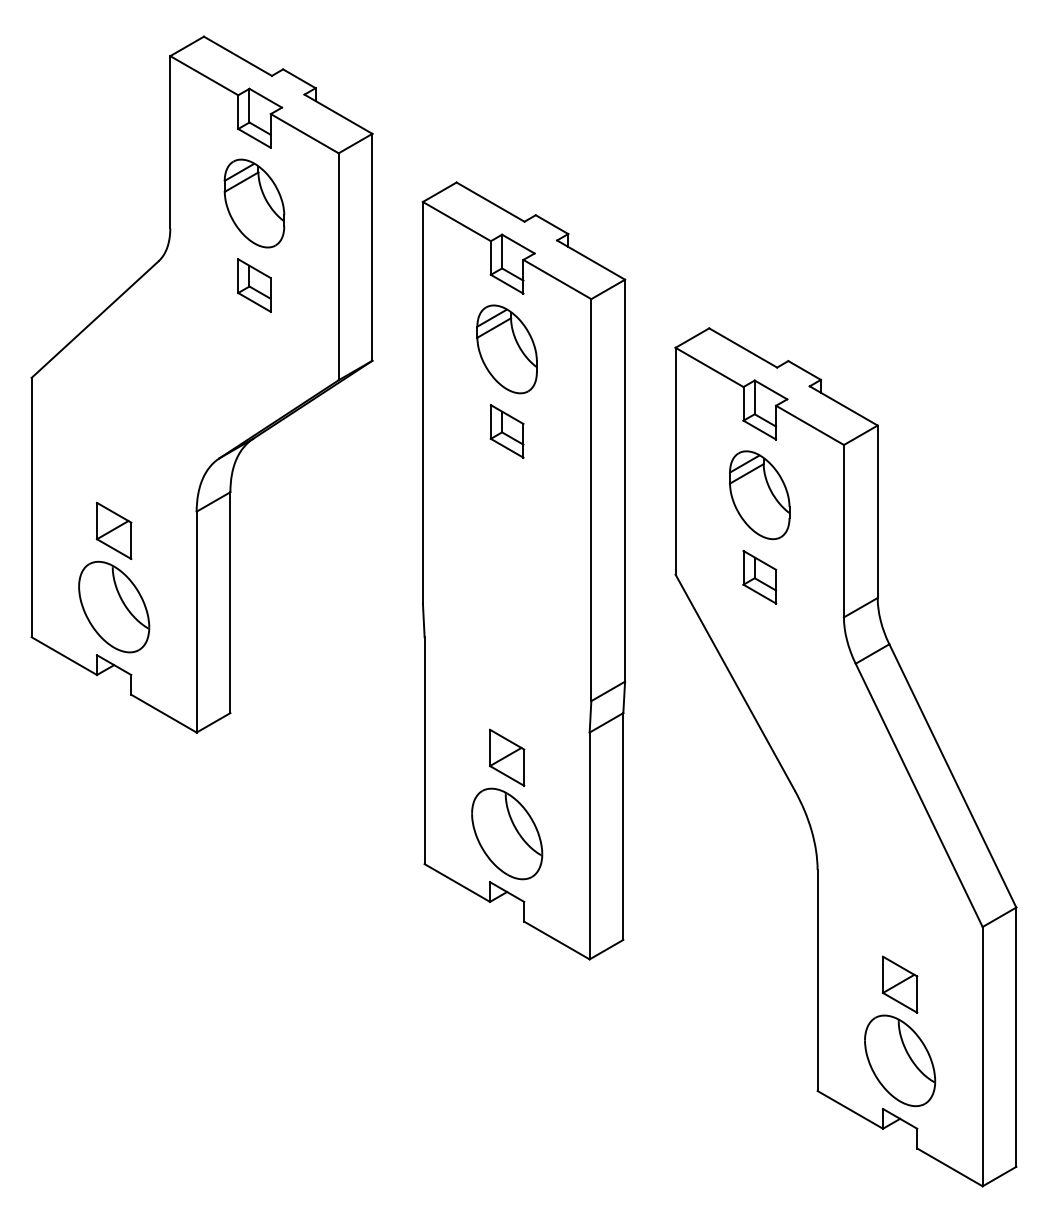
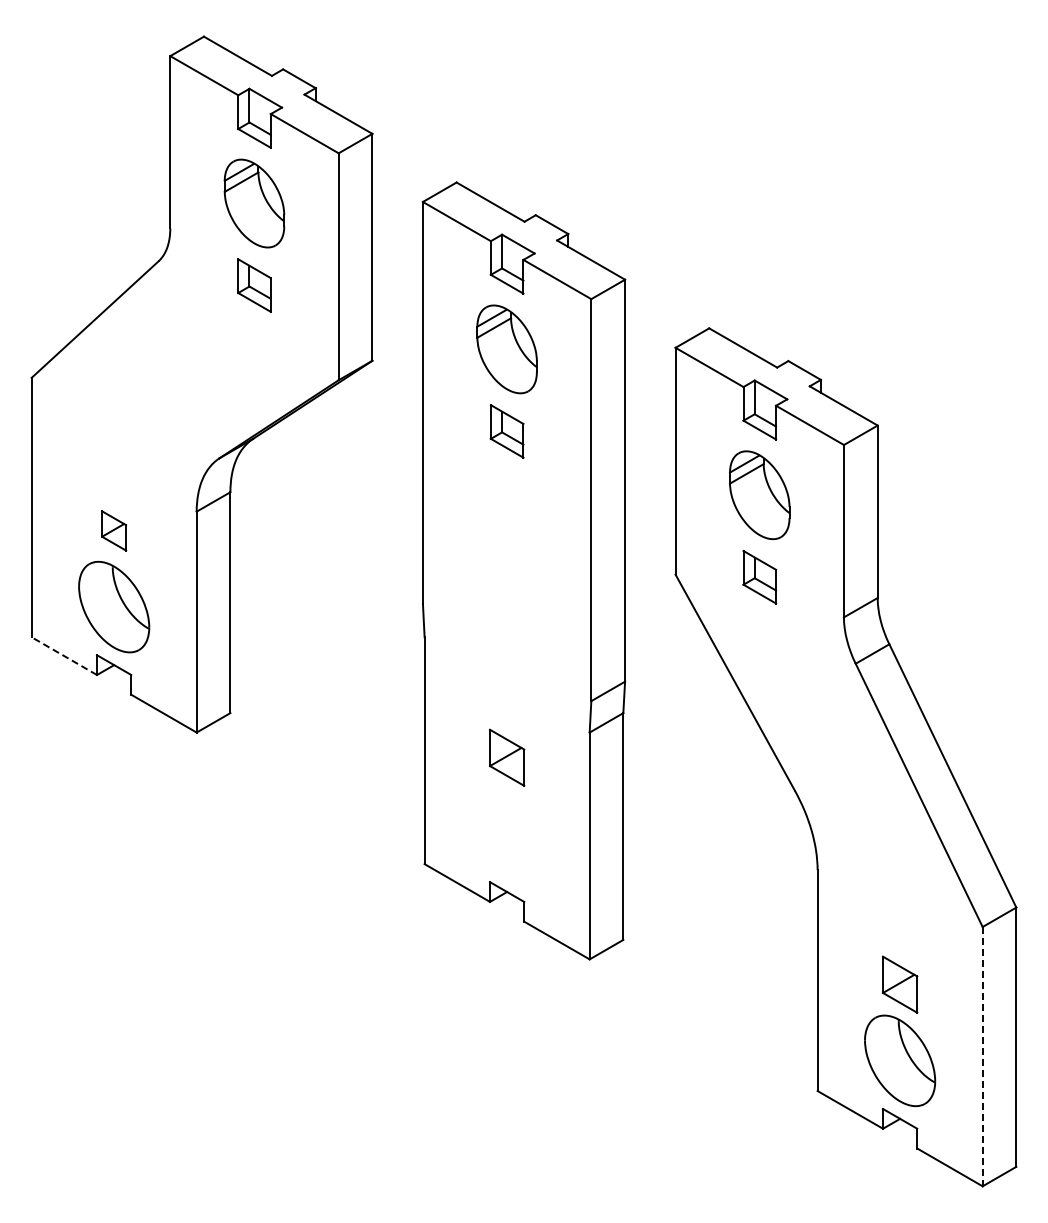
part at (113, 530) size: 38x60 px -> 27x42 px
line at (64, 656): solid -> dashed
part at (507, 833): present -> none
line at (982, 1056): solid -> dashed
